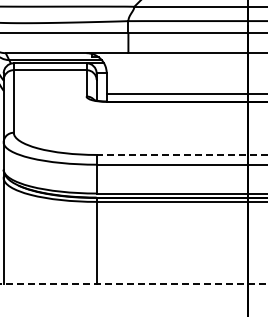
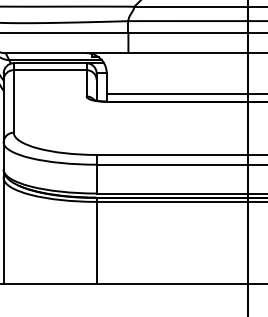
line at (181, 154): dashed -> solid
line at (133, 283): dashed -> solid
